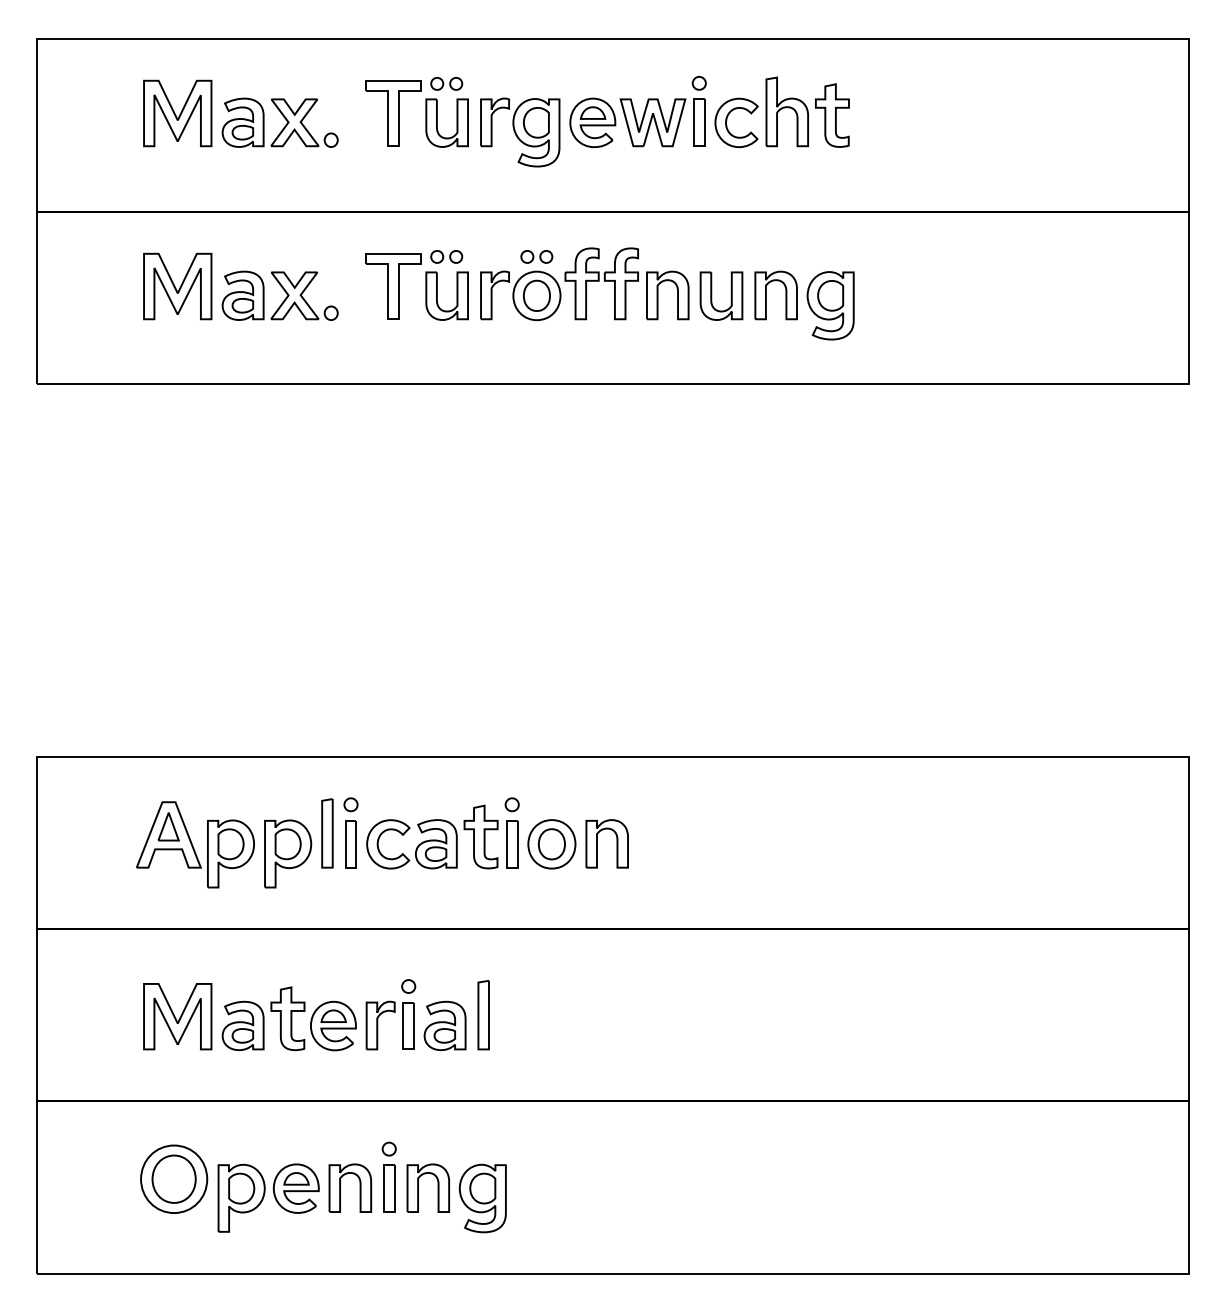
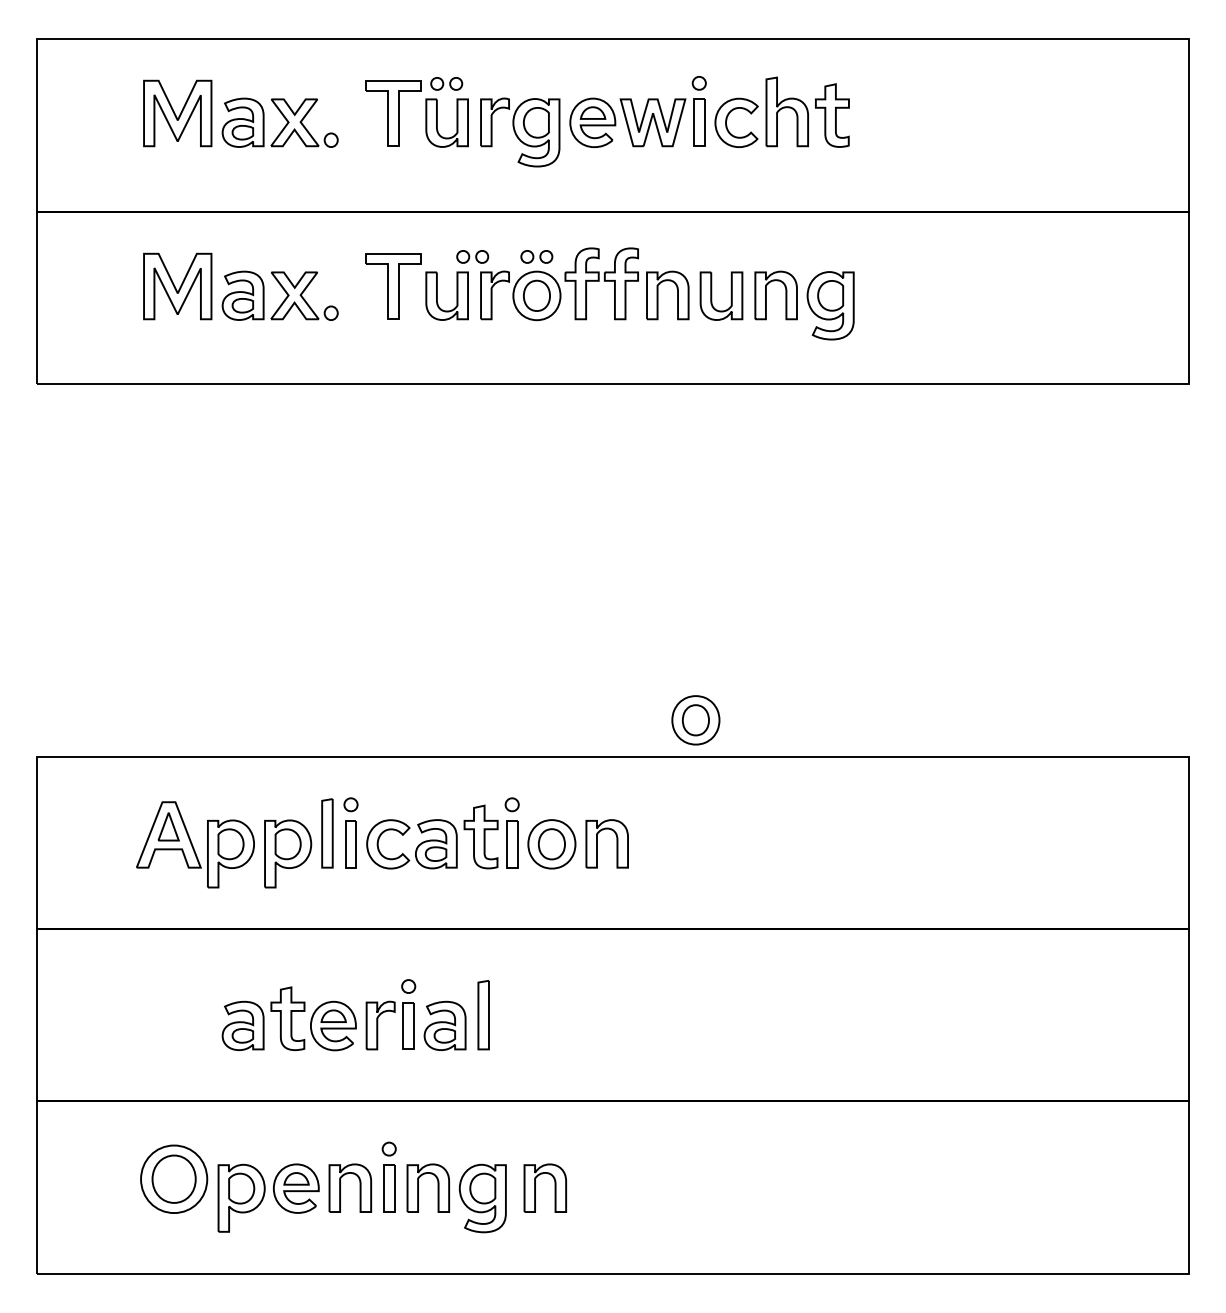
part at (446, 256) position: (446, 256) -> (472, 256)
part at (695, 720): none -> present
part at (177, 1016): present -> none
part at (535, 1187): none -> present
